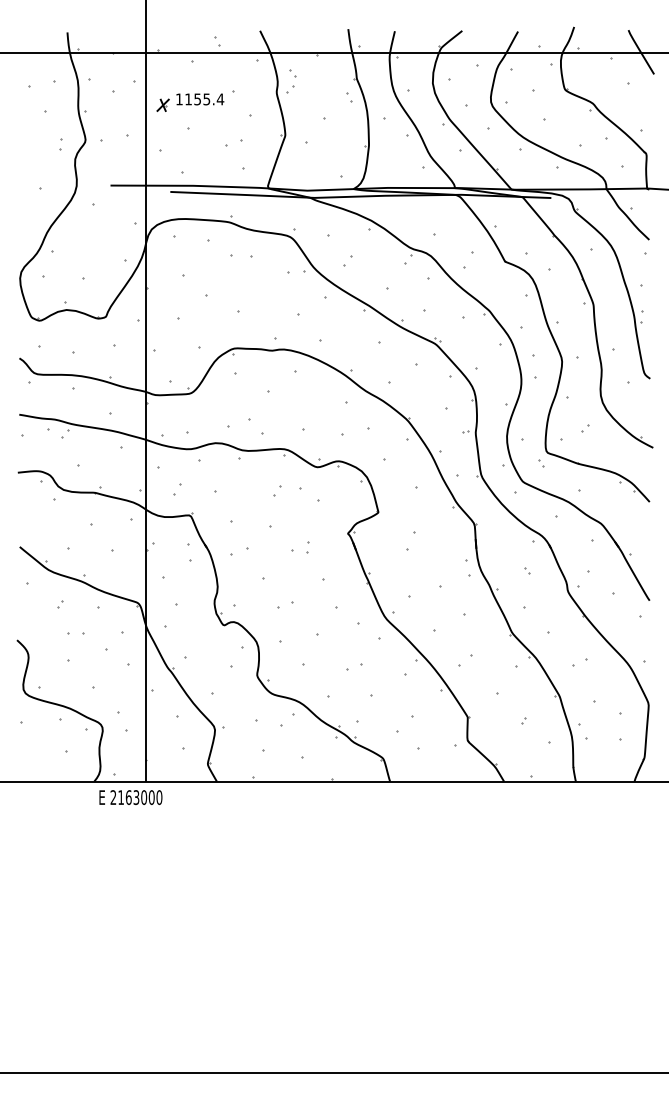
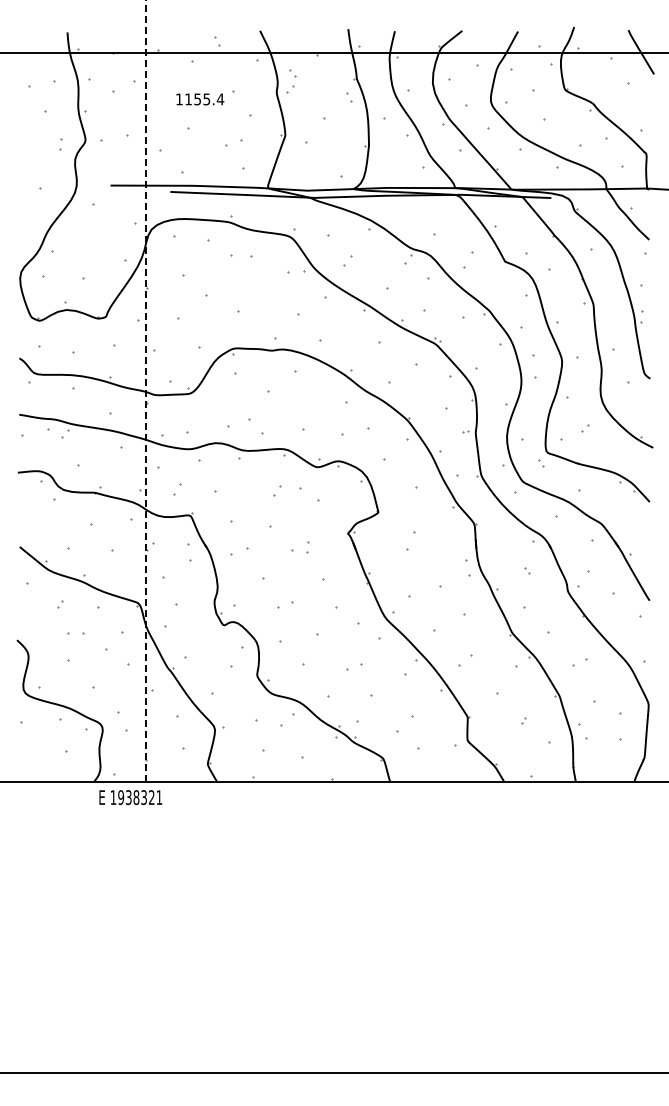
part at (162, 104): present -> none
line at (145, 390): solid -> dashed
text at (136, 797): 2163000 -> 1938321
